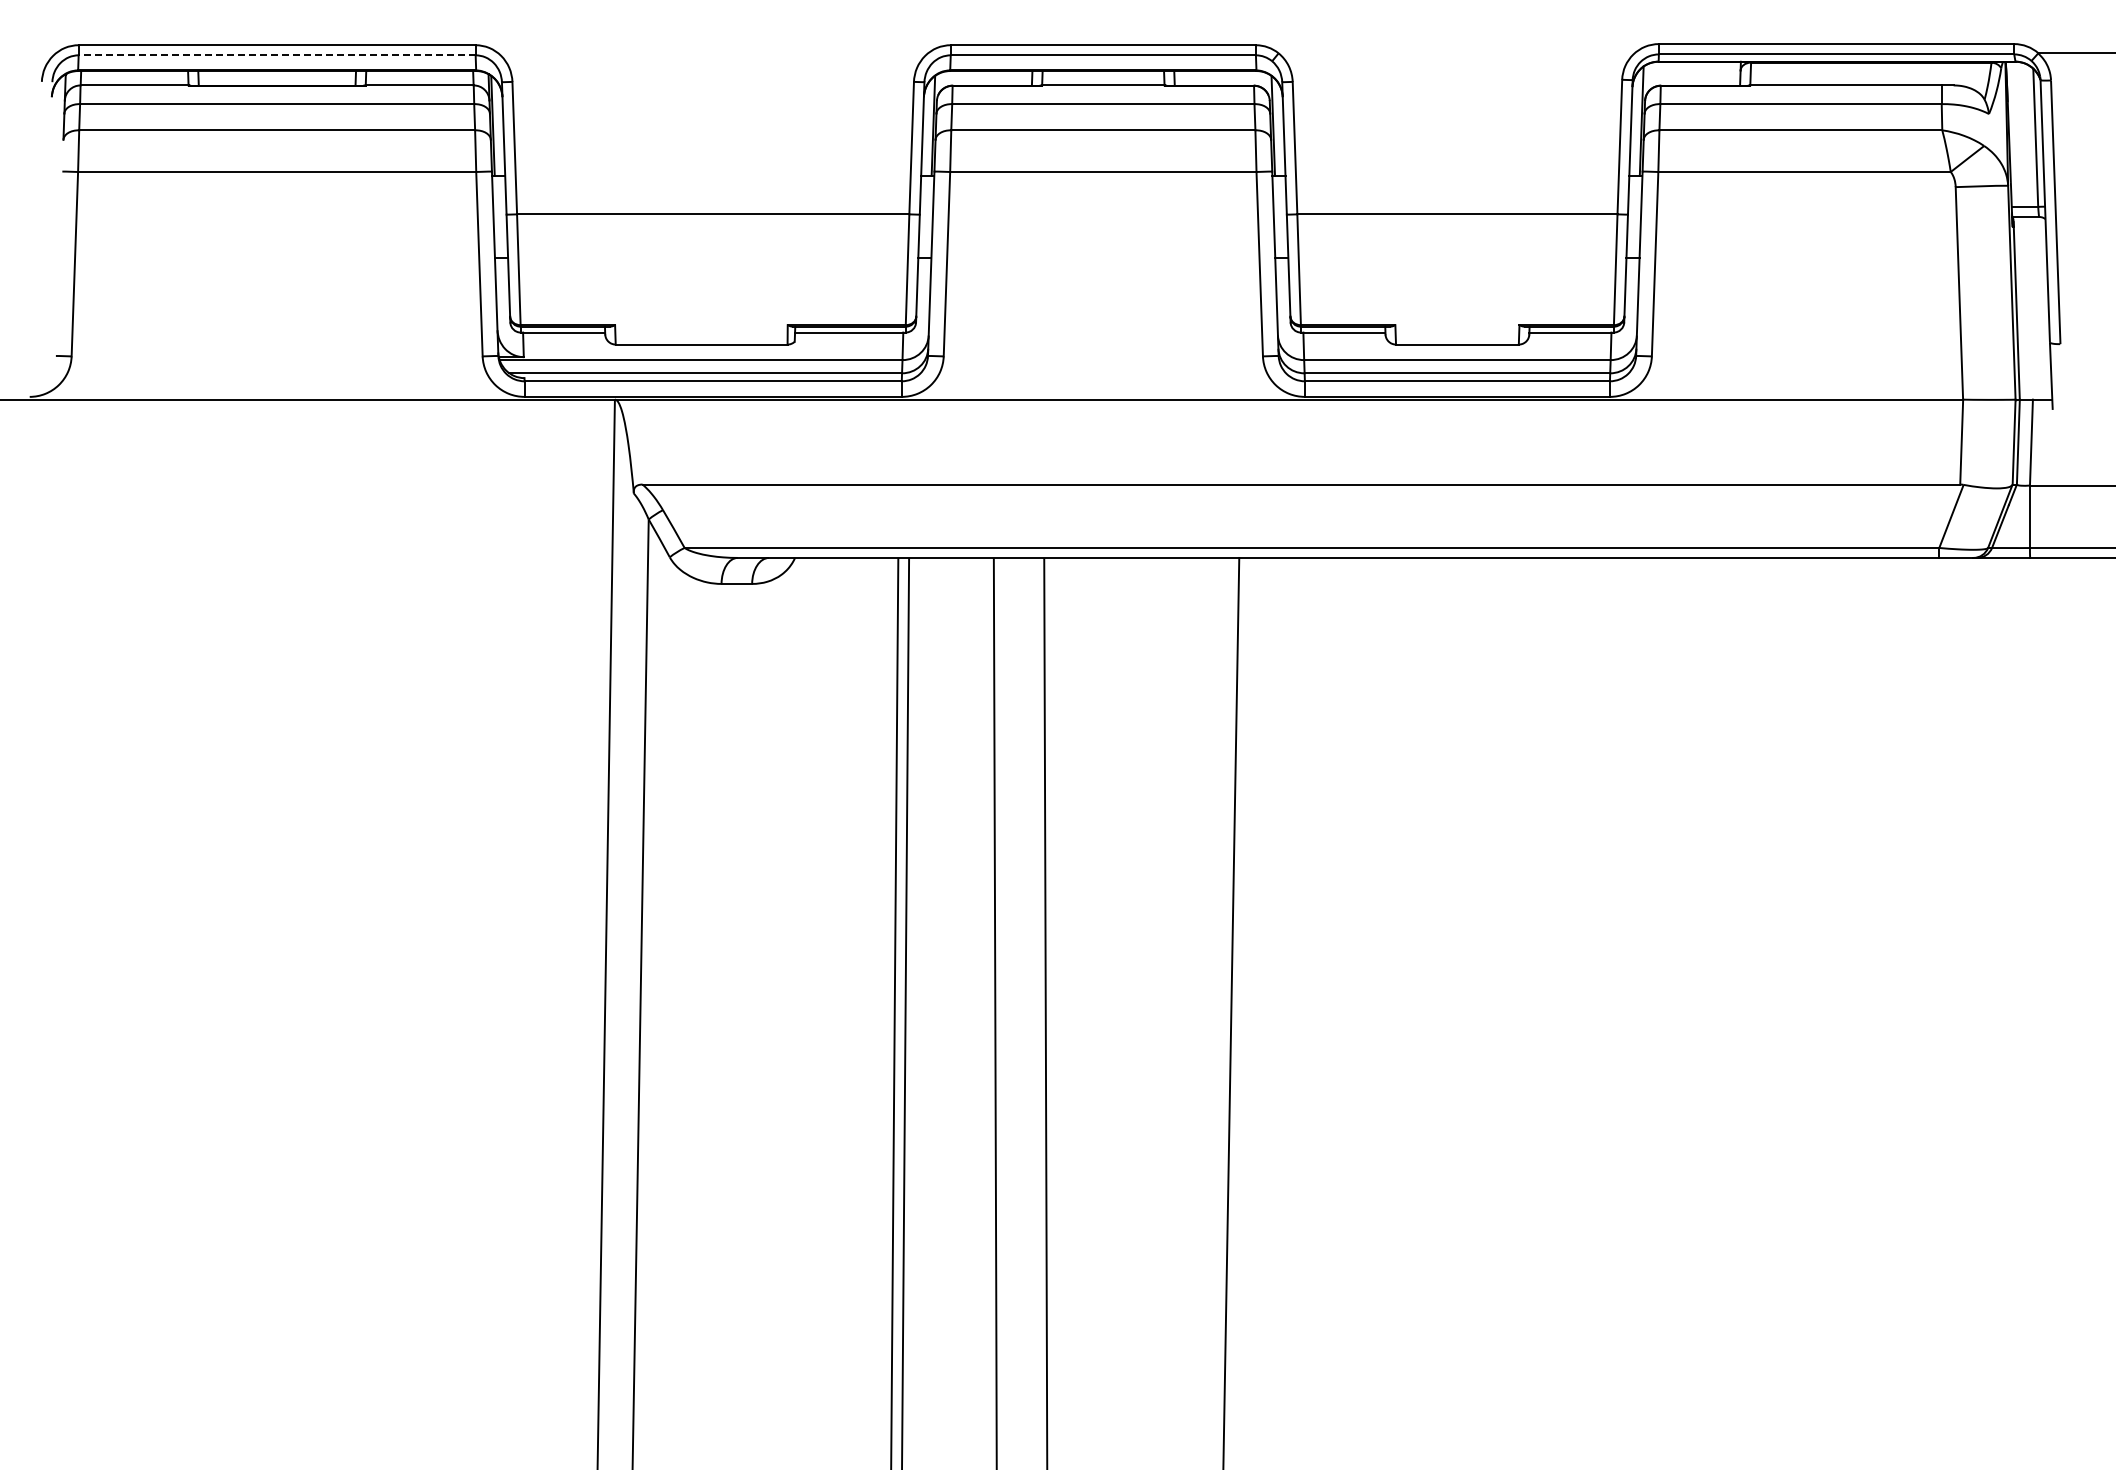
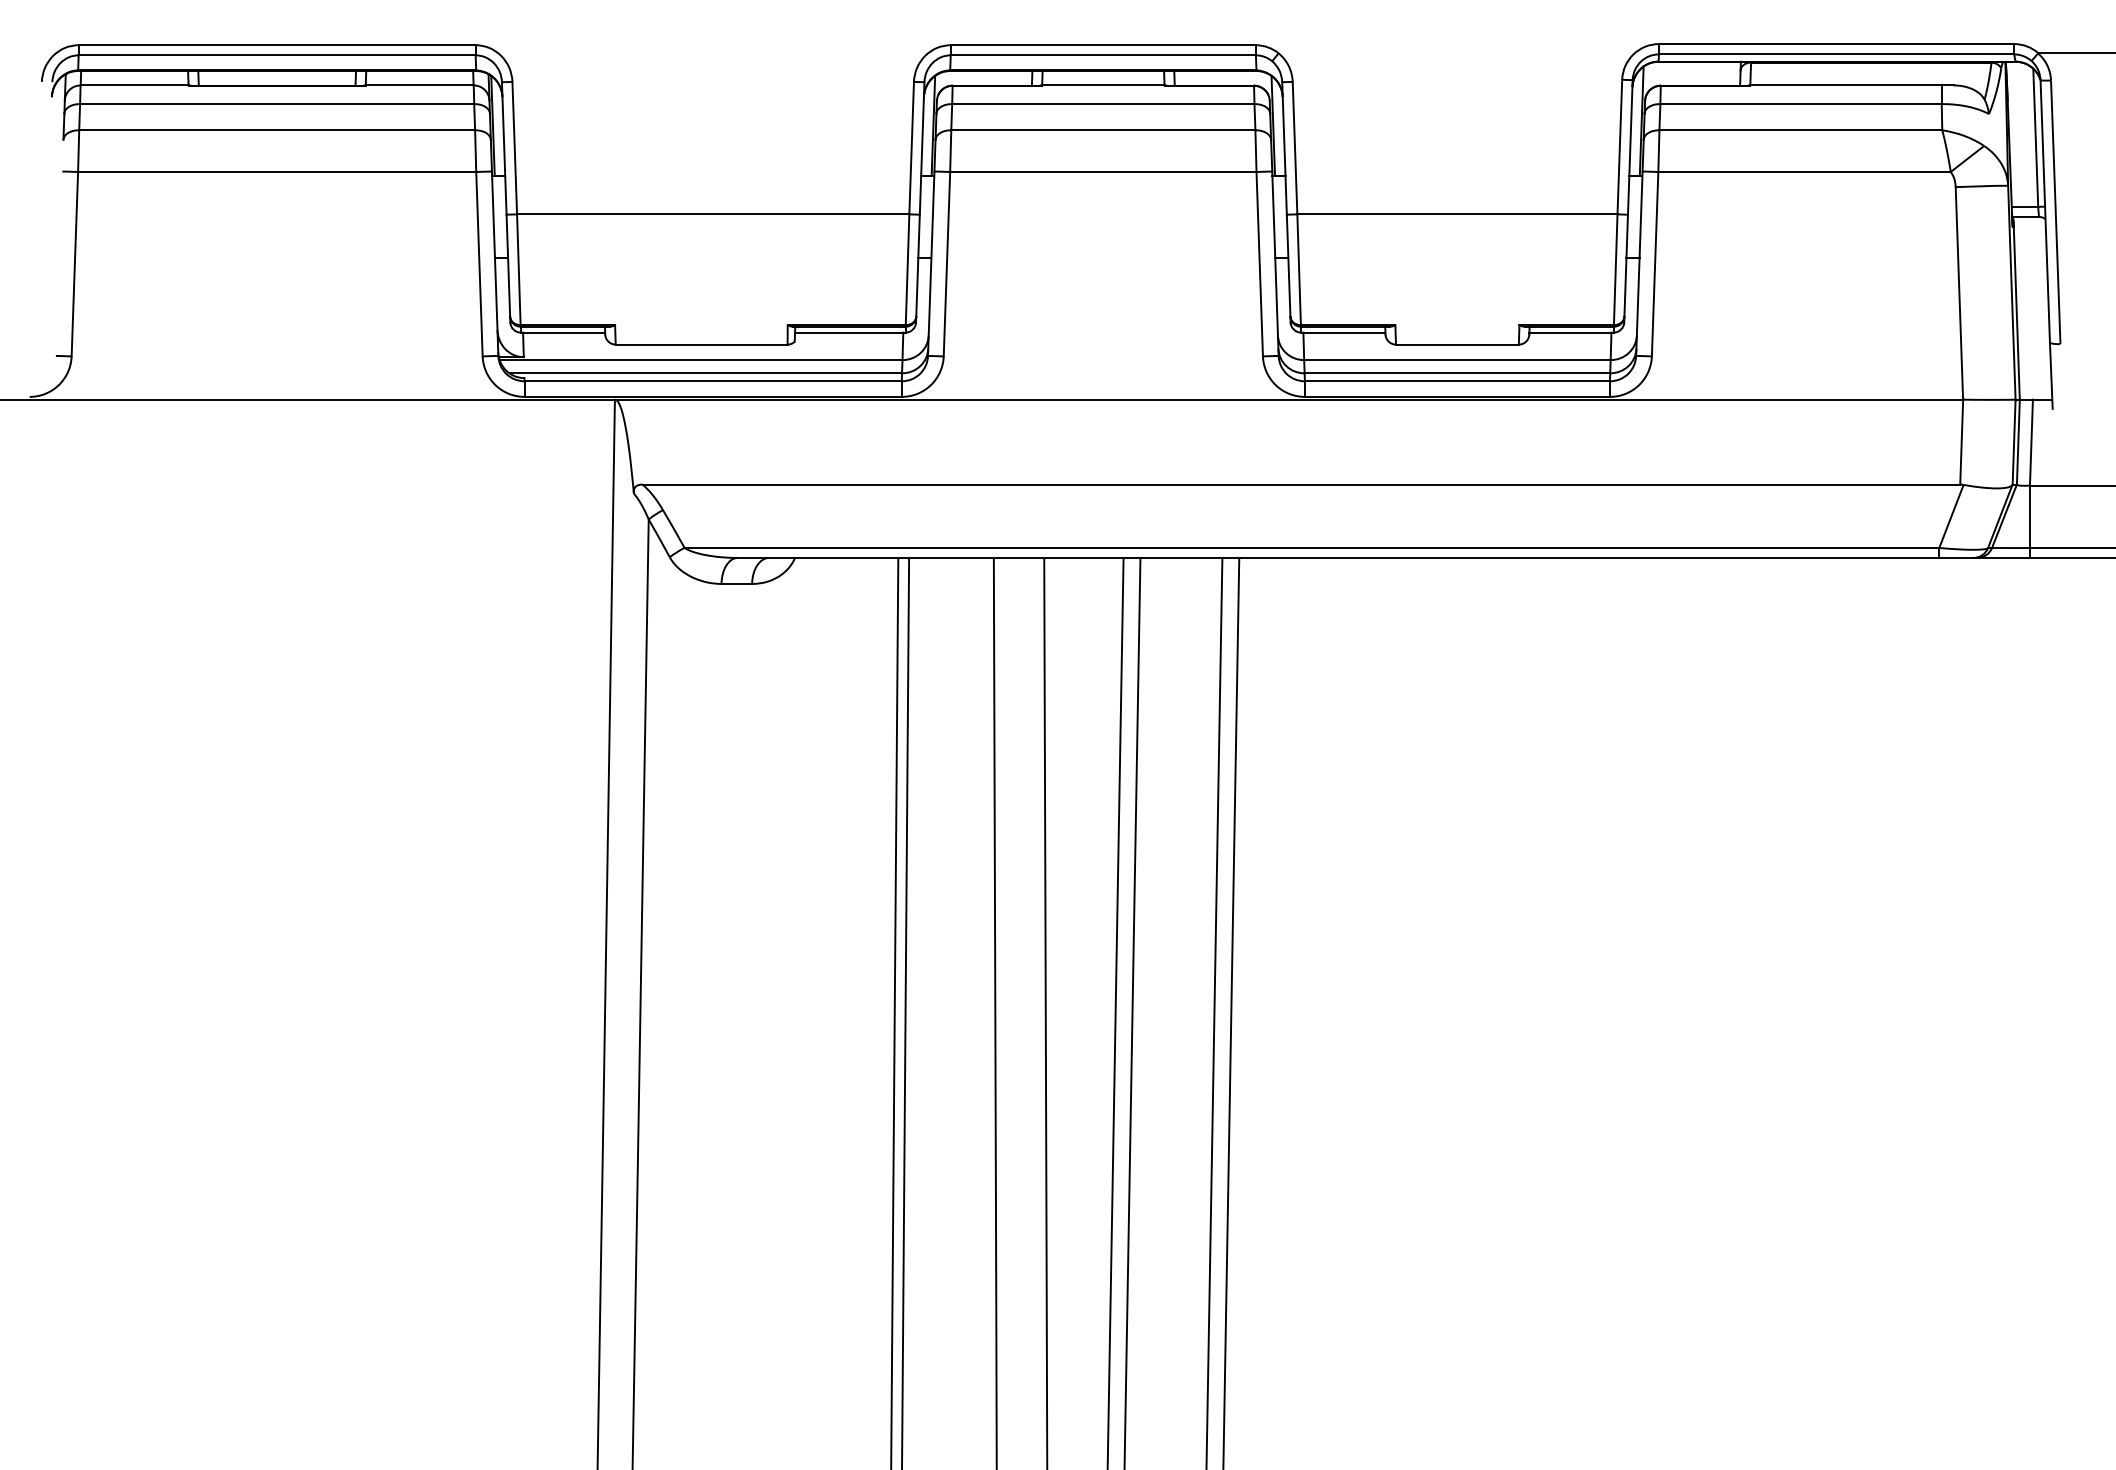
line at (276, 55): dashed -> solid
line at (1115, 1011): none -> present
line at (1132, 1011): none -> present
line at (1214, 1011): none -> present
